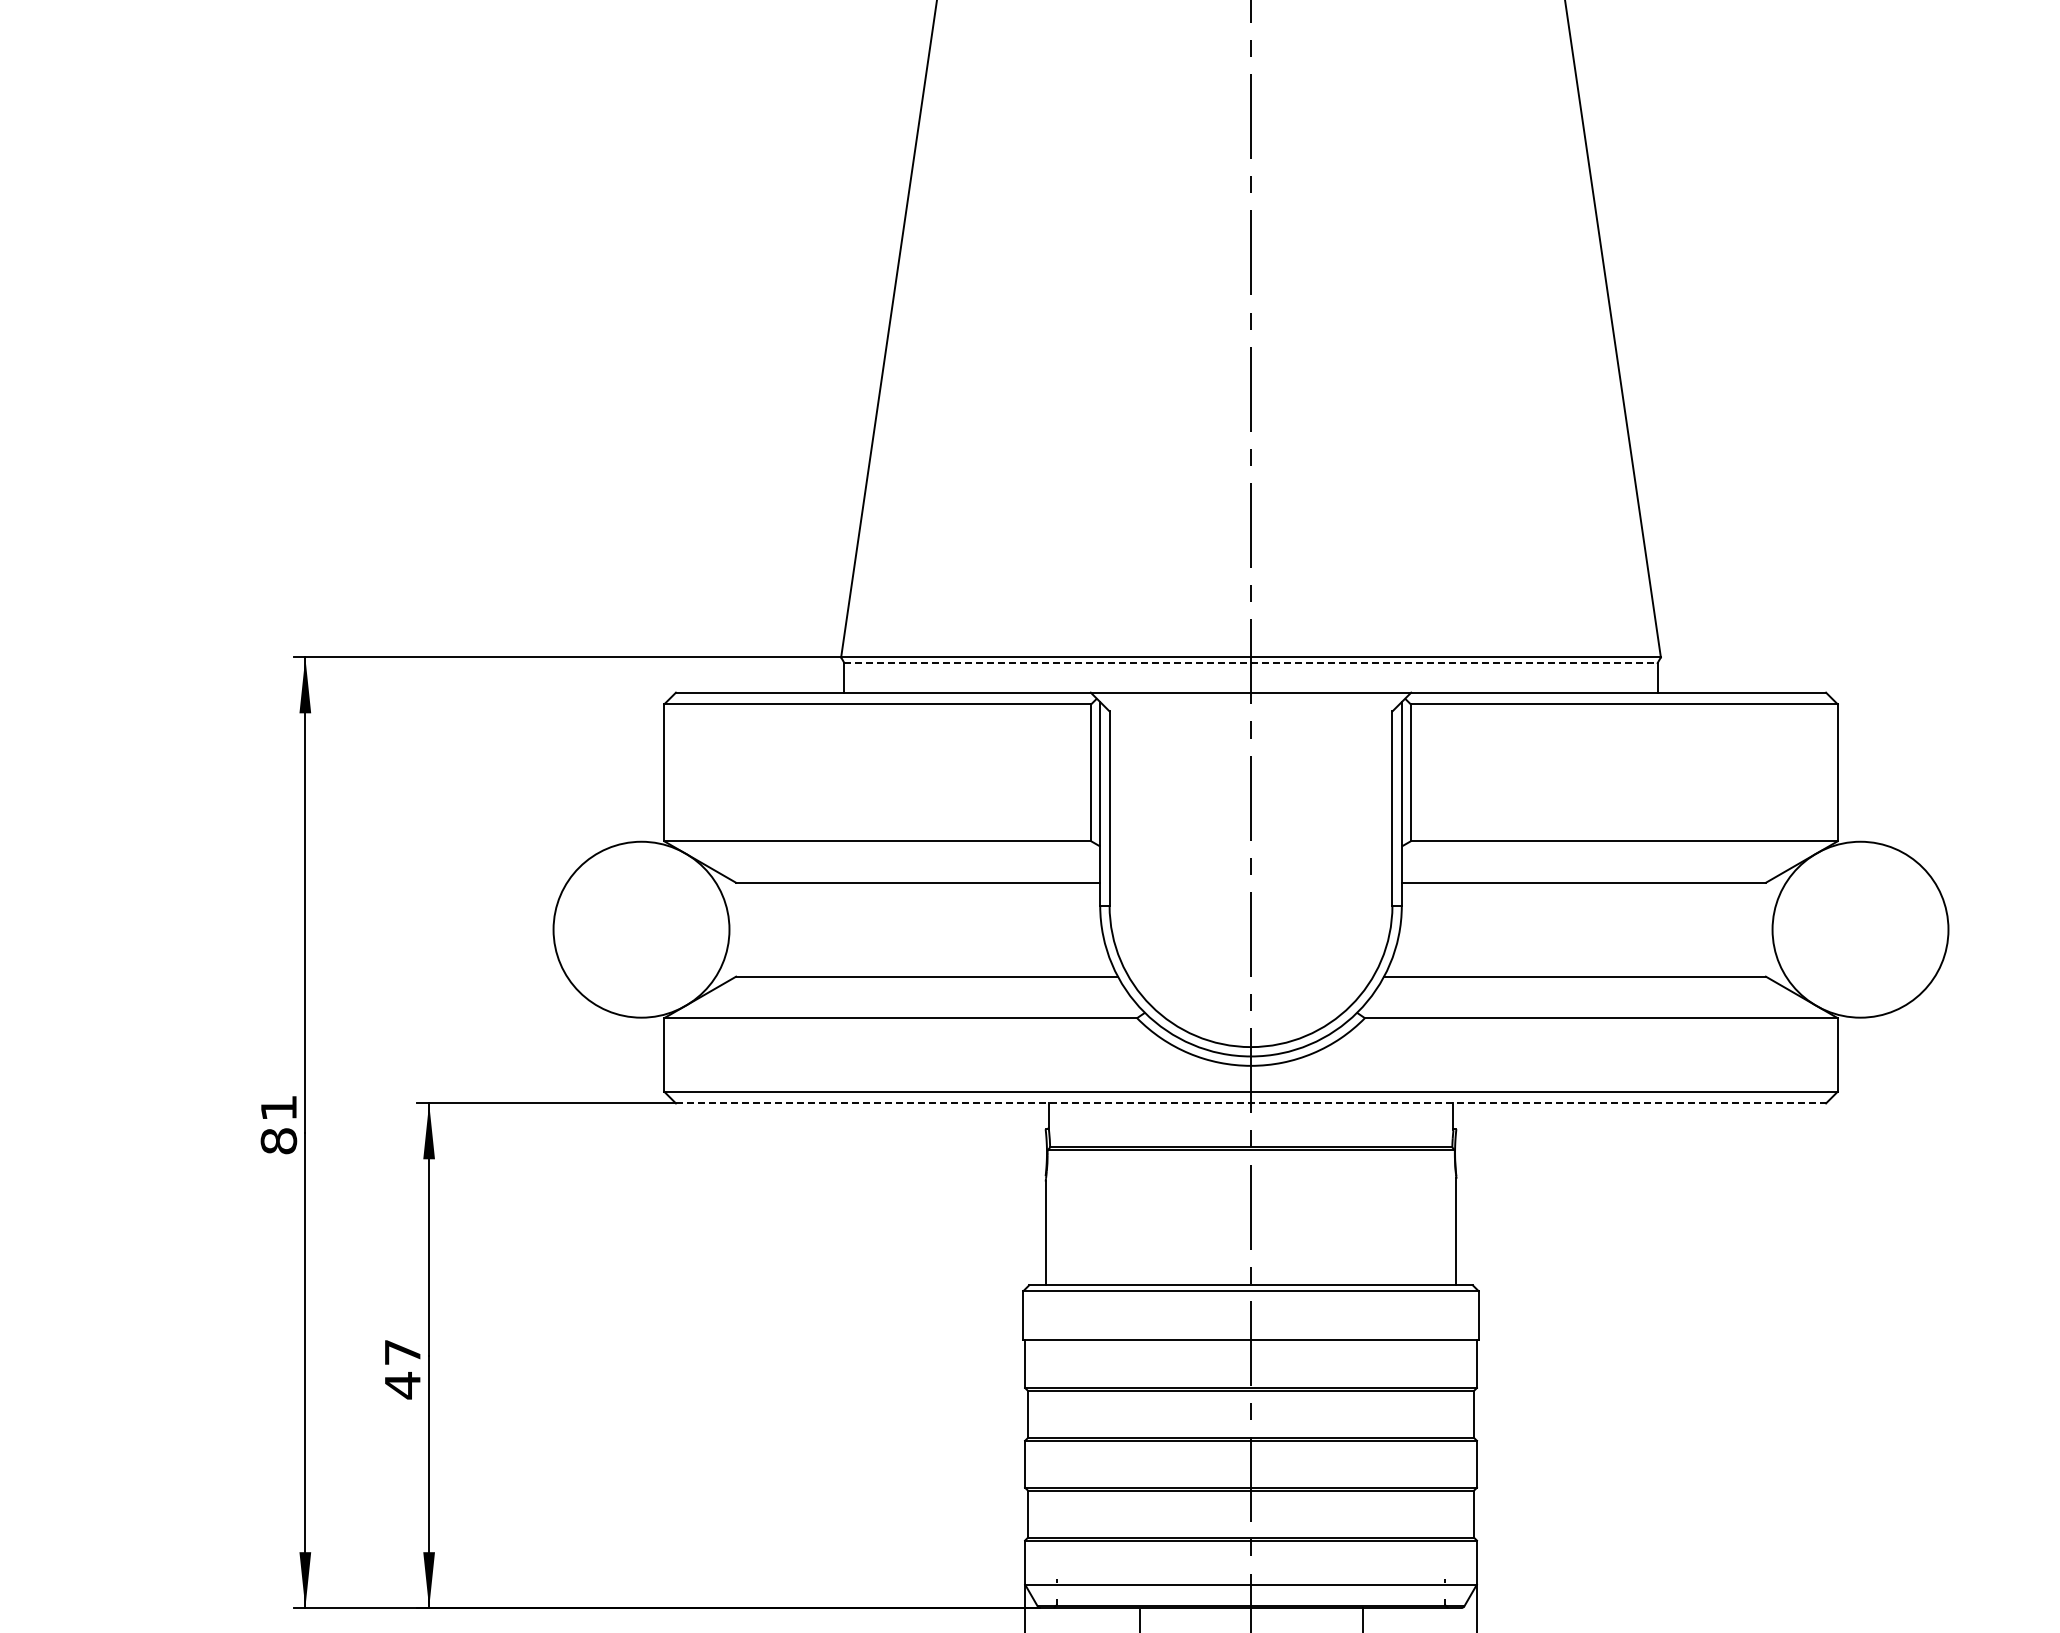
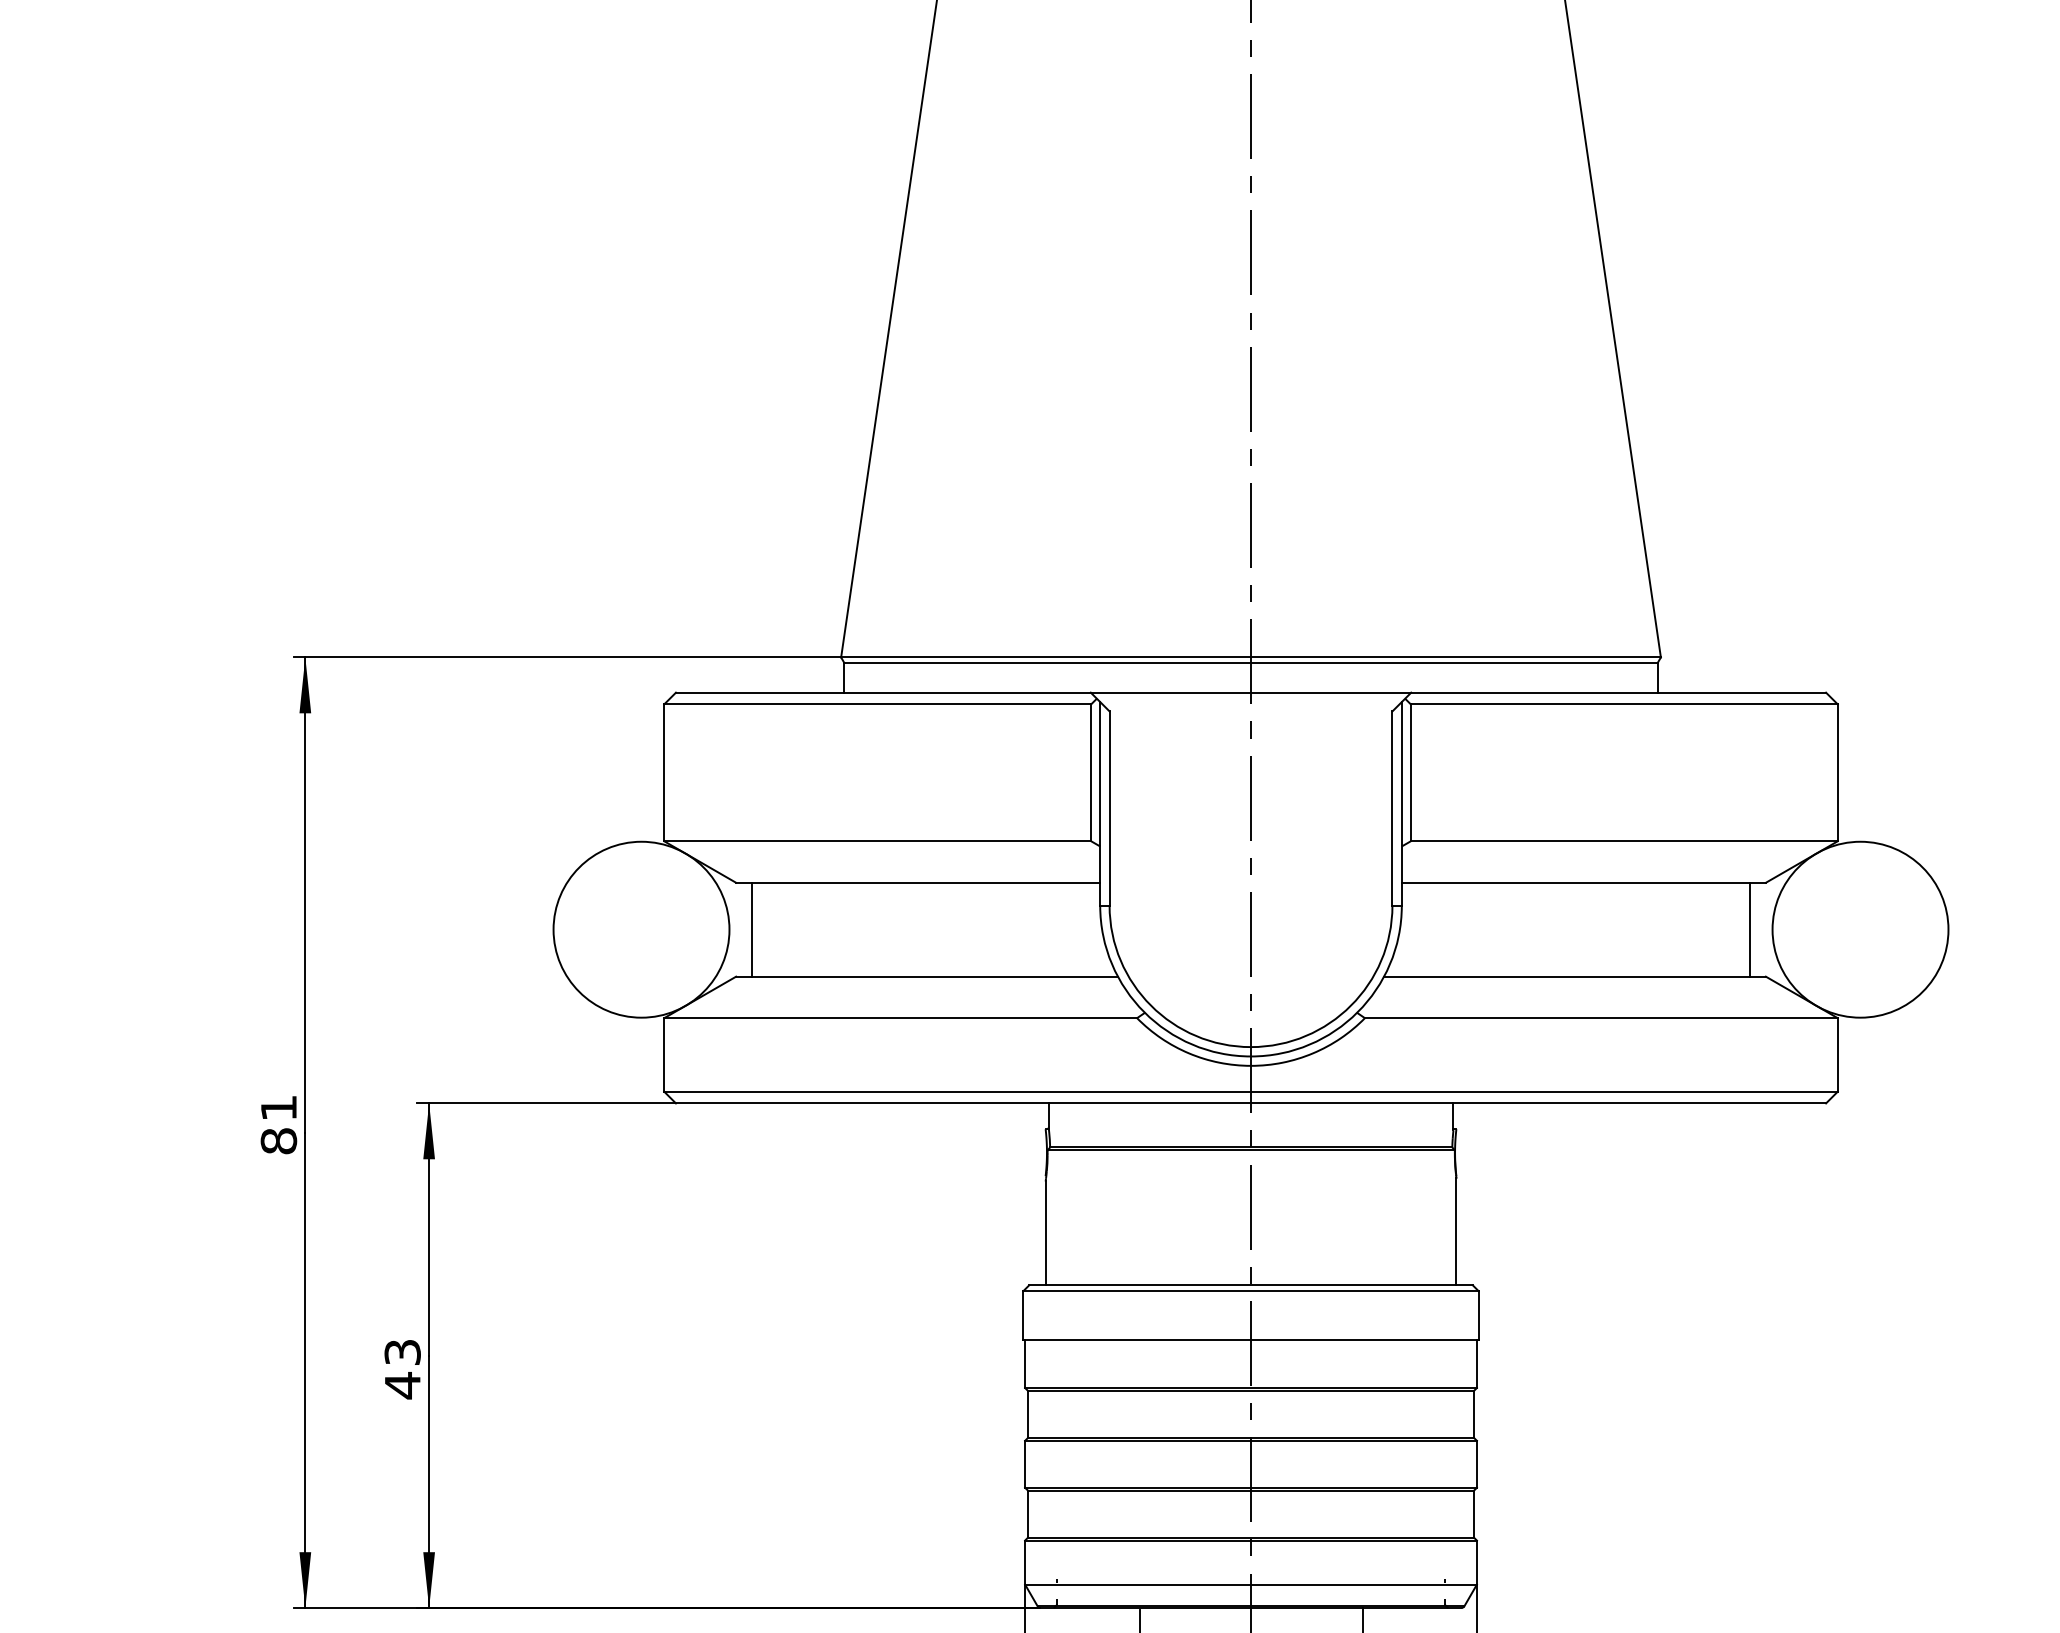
line at (1251, 663): dashed -> solid
line at (752, 929): none -> present
line at (1749, 929): none -> present
line at (1251, 1103): dashed -> solid
text at (402, 1352): 47 -> 43
